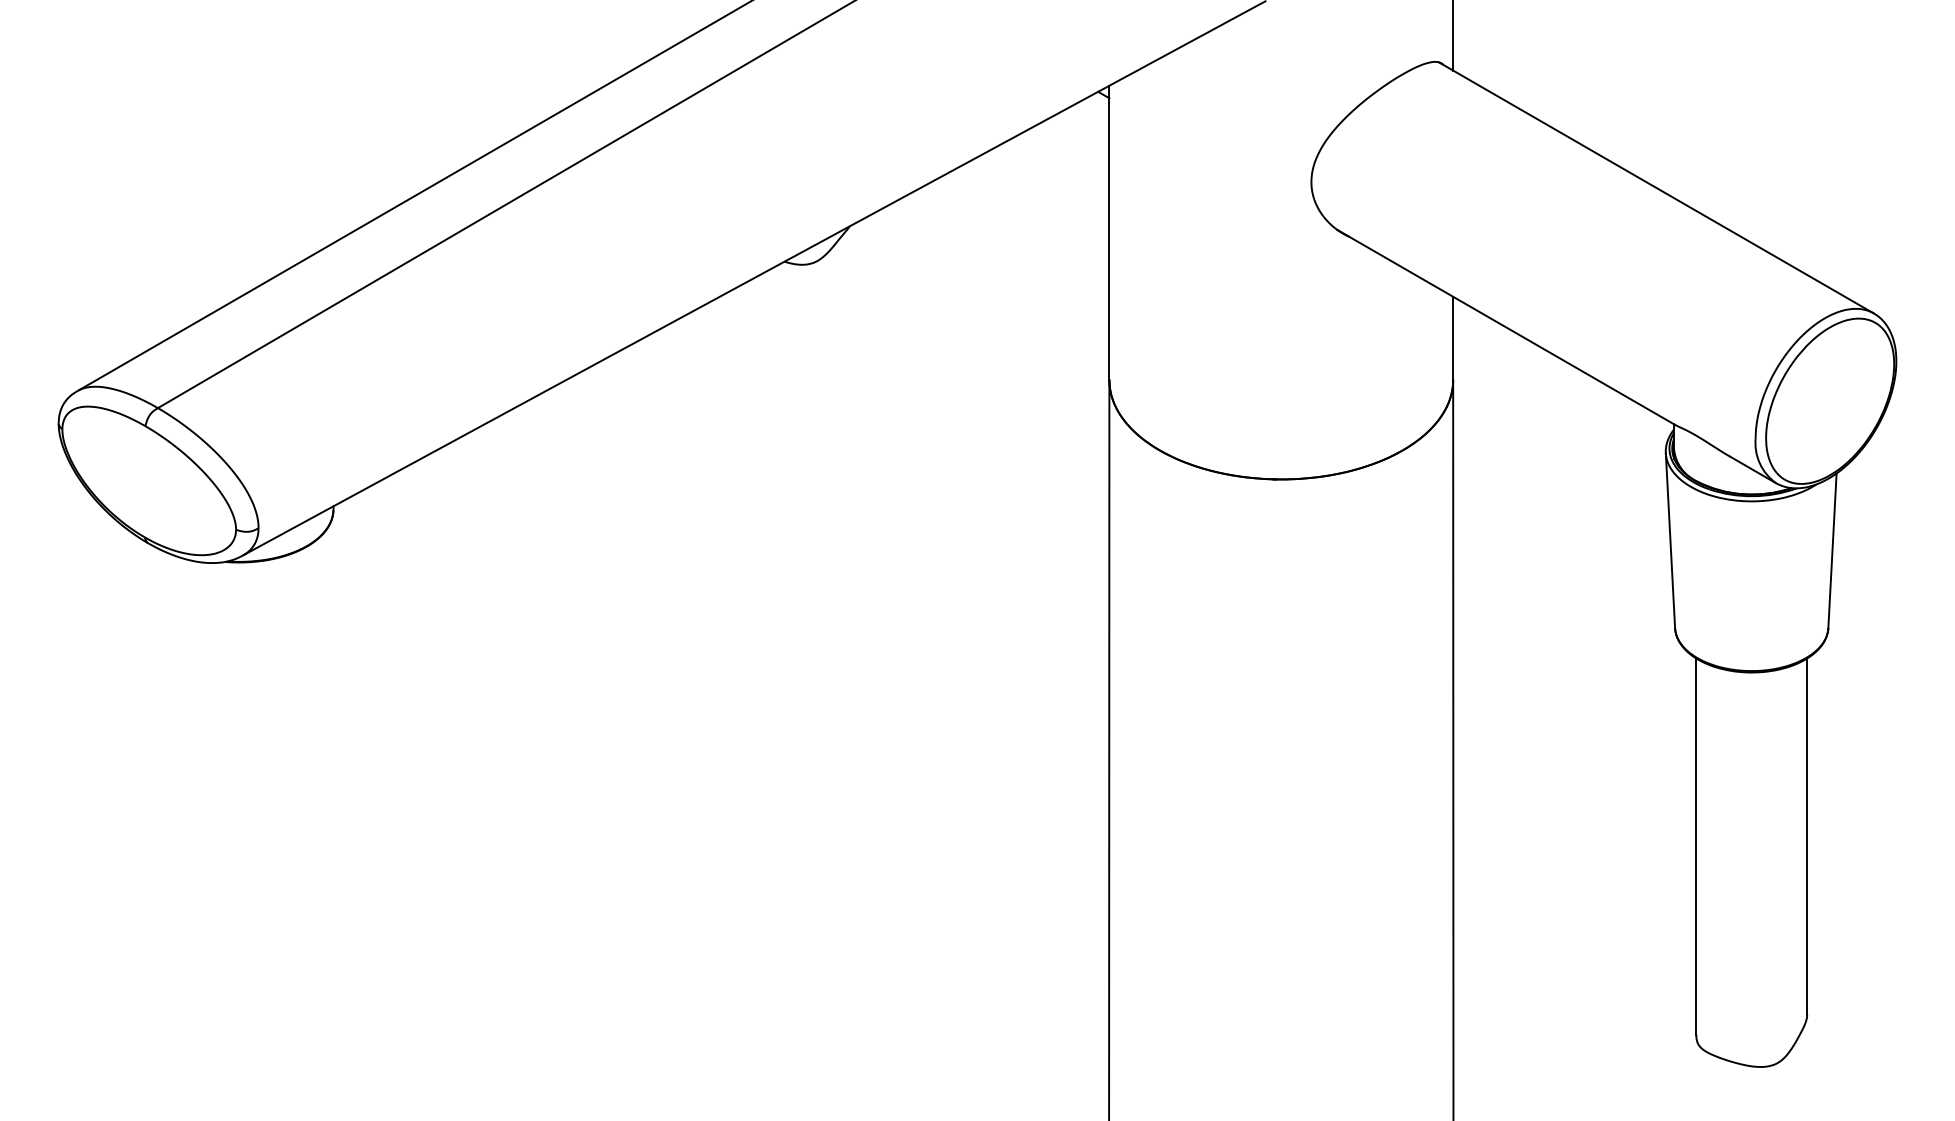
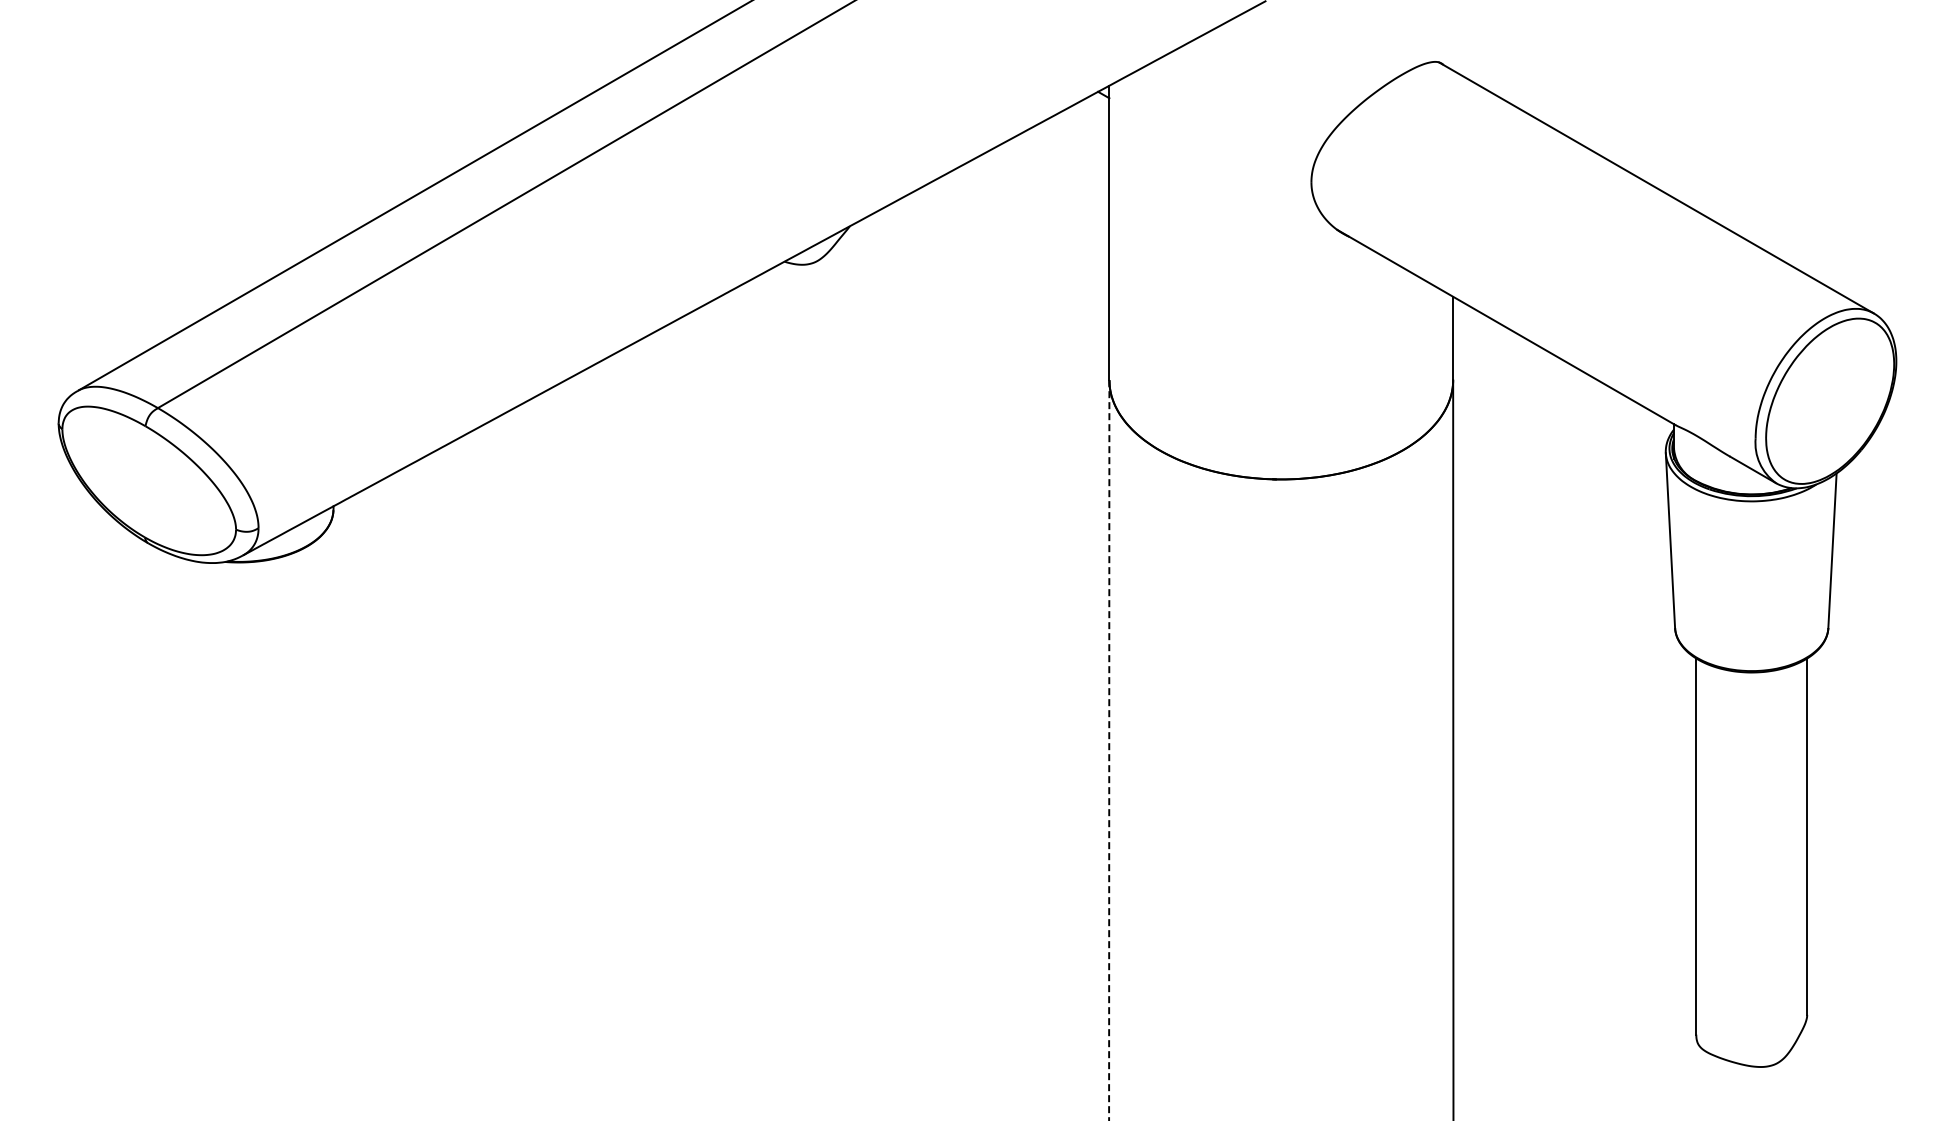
line at (1453, 36): present -> none
line at (1109, 750): solid -> dashed
